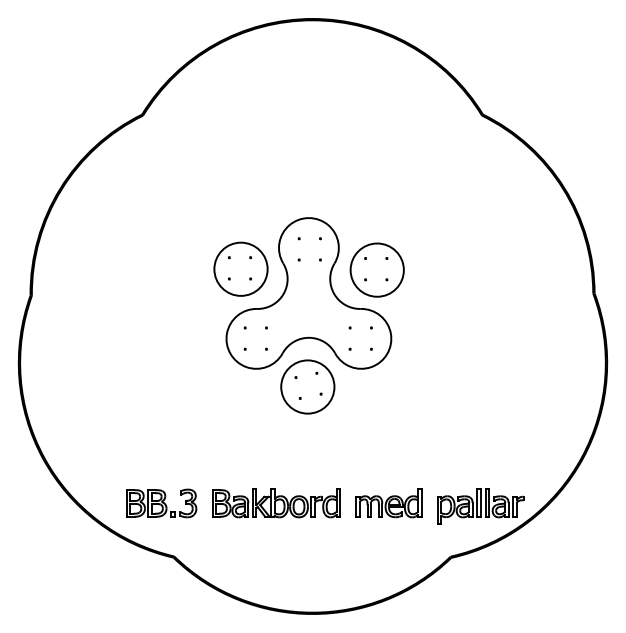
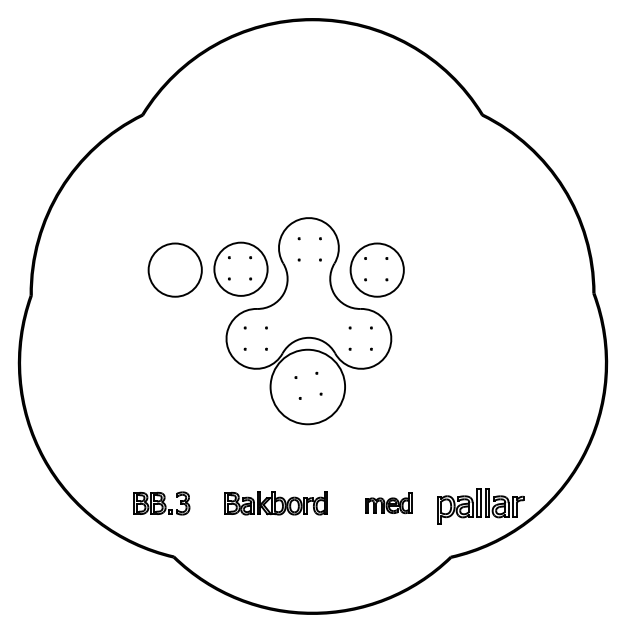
circle at (174, 269): none -> present
circle at (307, 386) diameter: 53 px -> 75 px
part at (161, 503) size: 72x31 px -> 58x25 px
part at (276, 503) size: 129x31 px -> 104x25 px
part at (388, 503) size: 68x31 px -> 48x23 px
